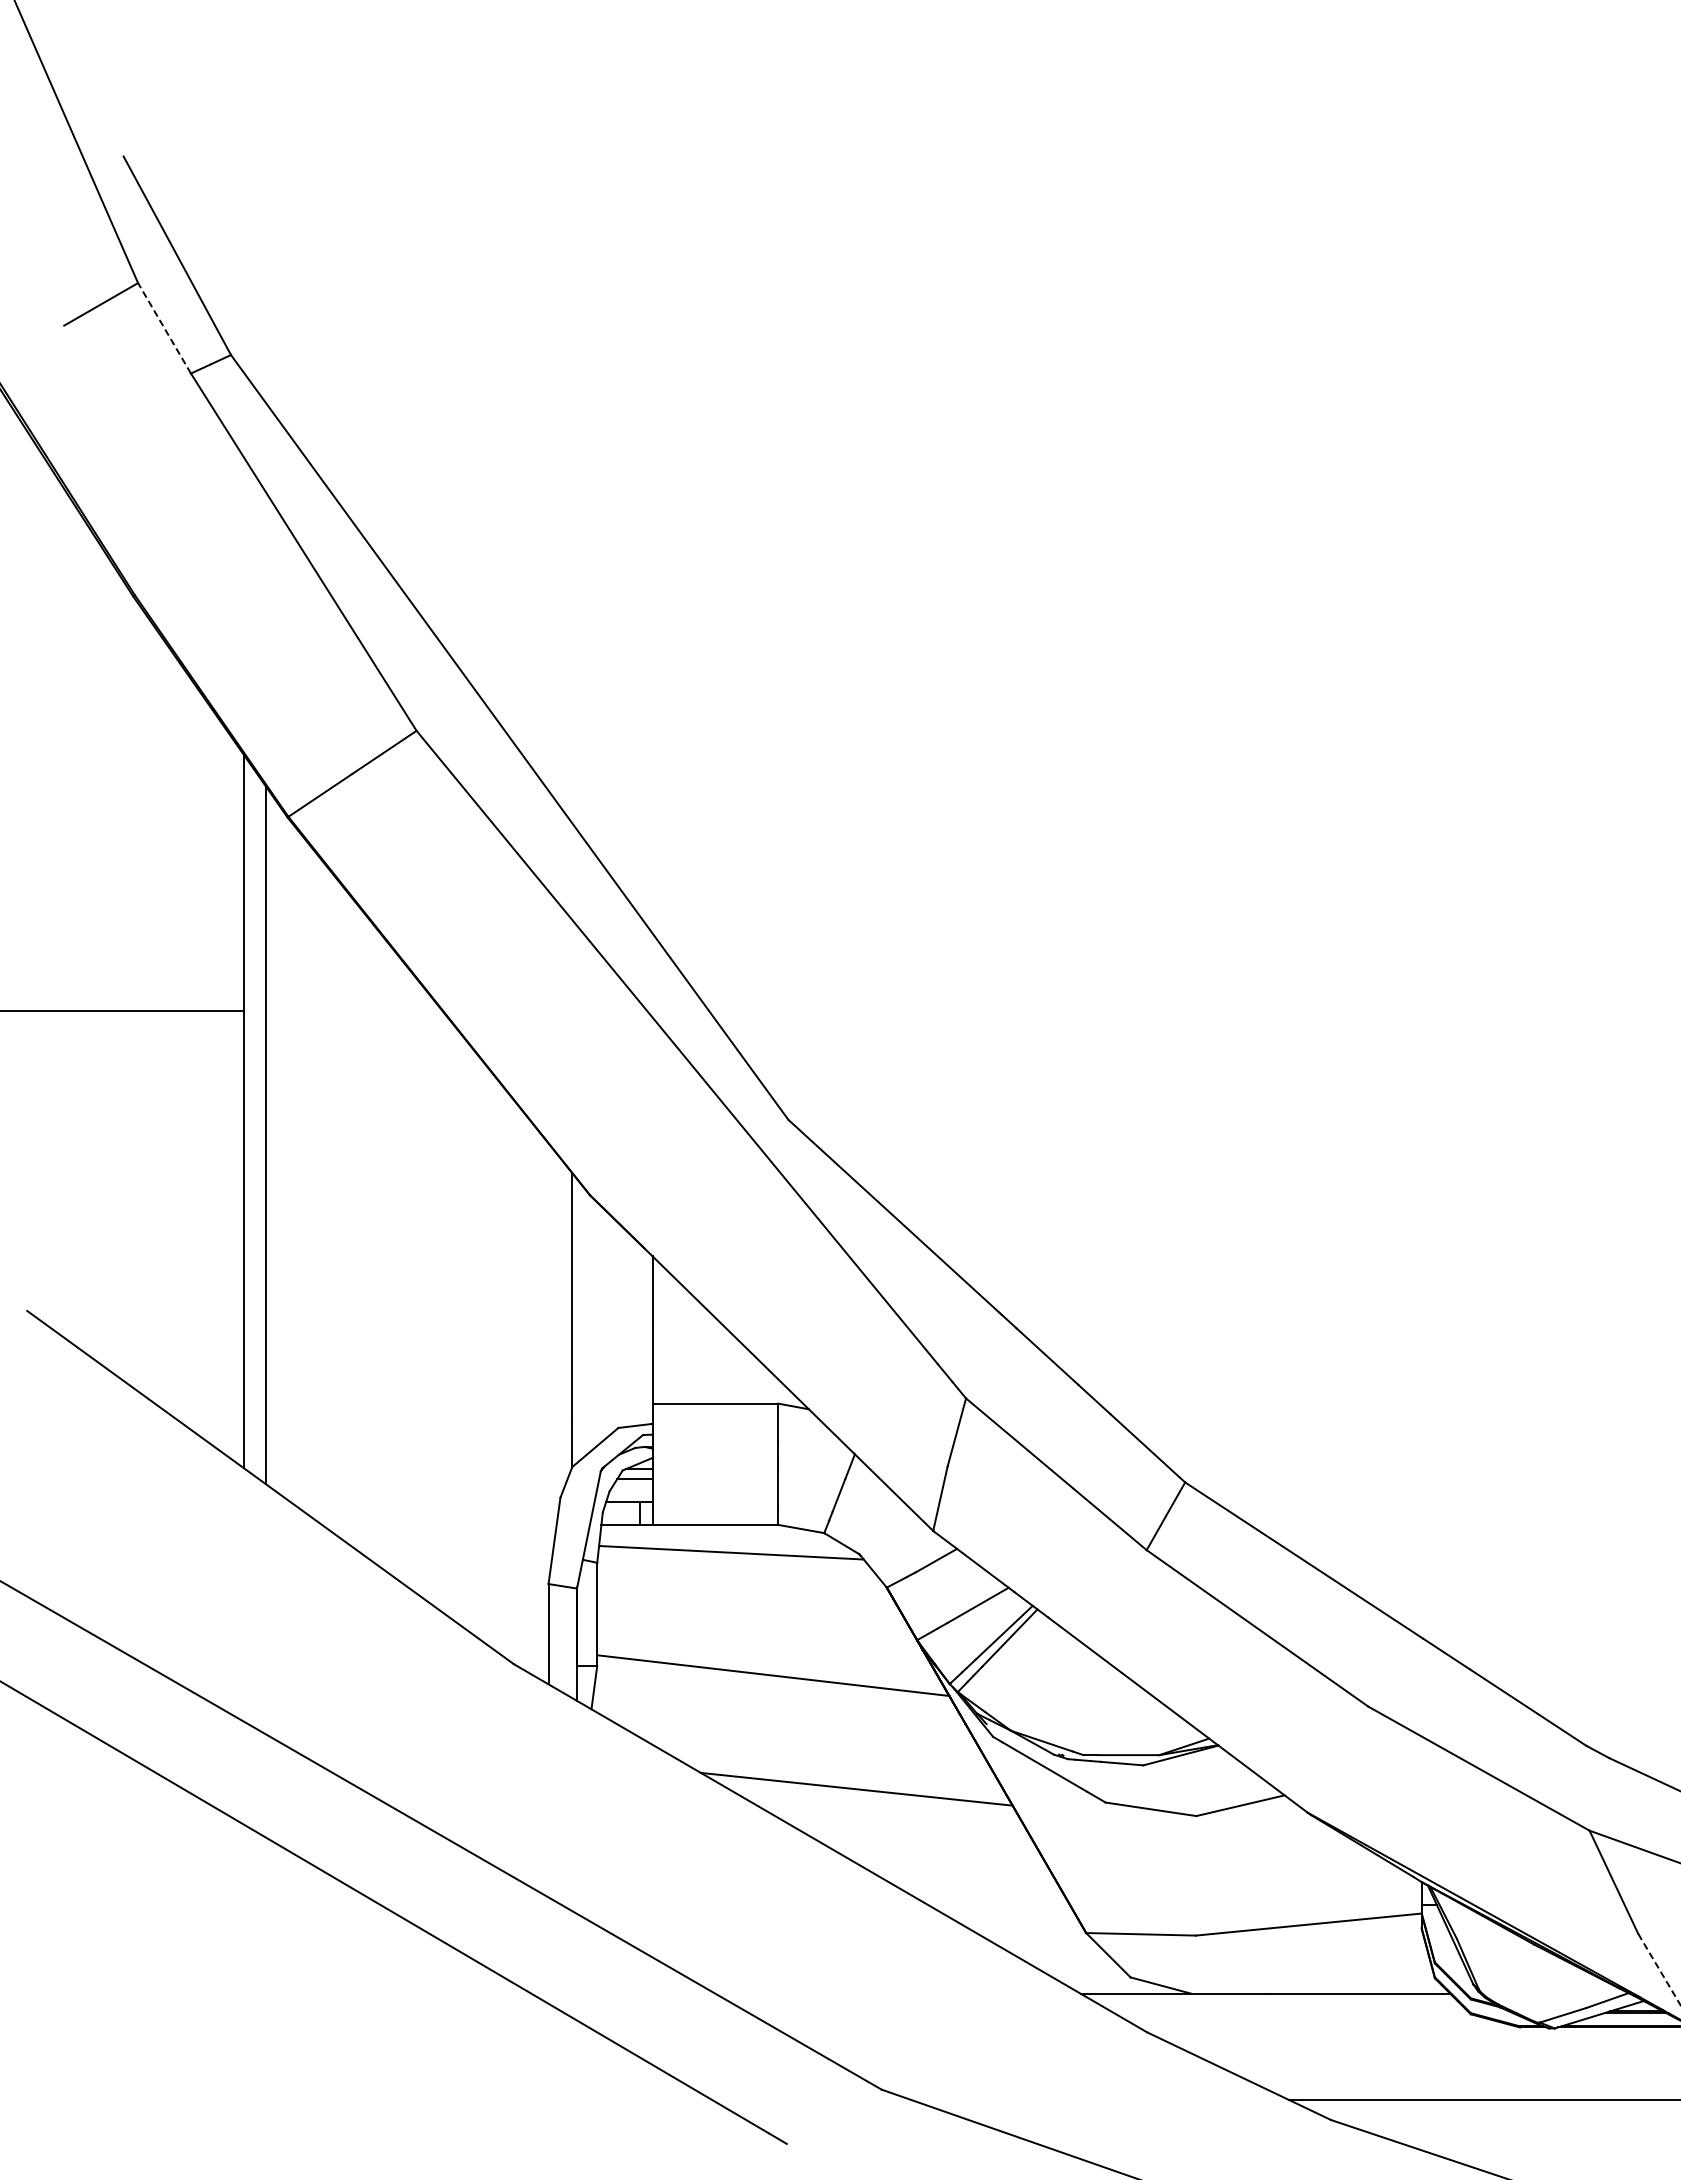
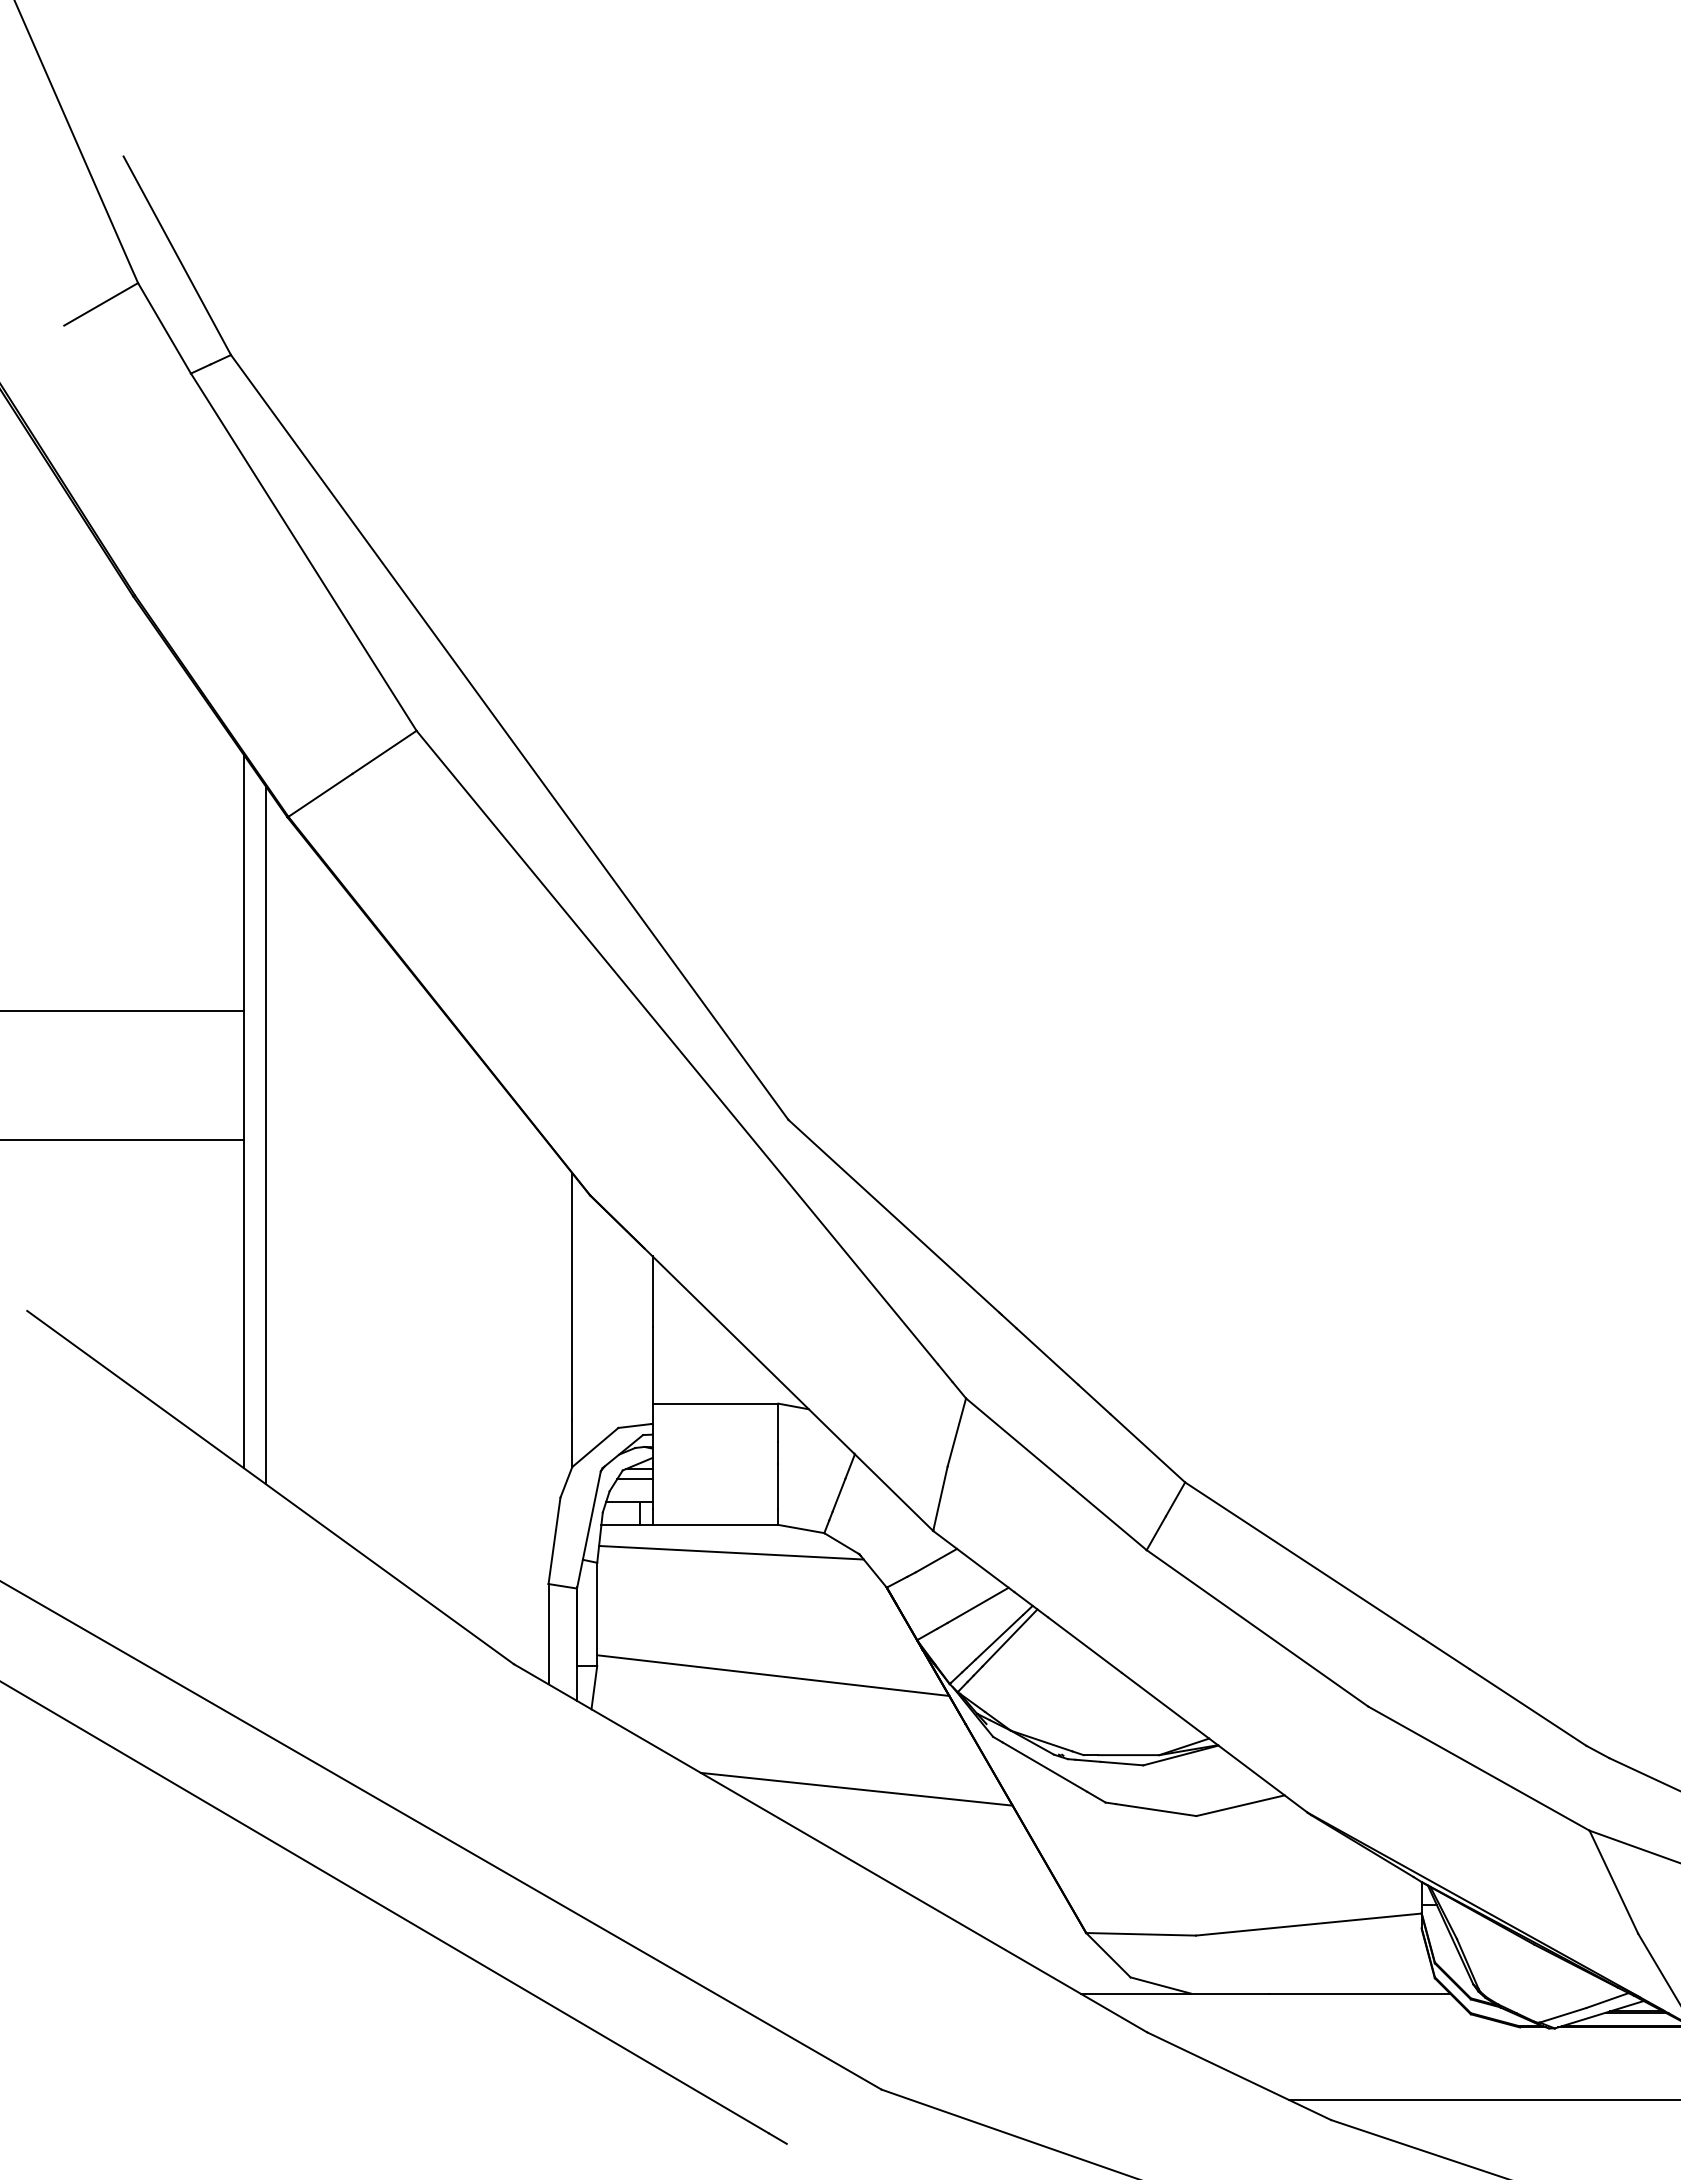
line at (164, 327): dashed -> solid
line at (123, 1140): none -> present
line at (1659, 1969): dashed -> solid
